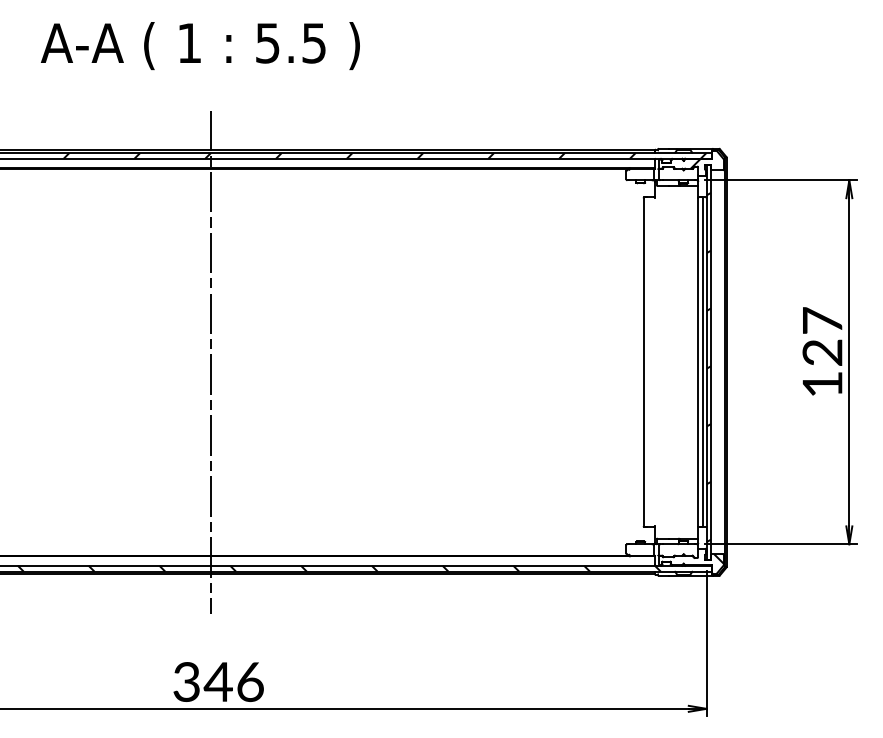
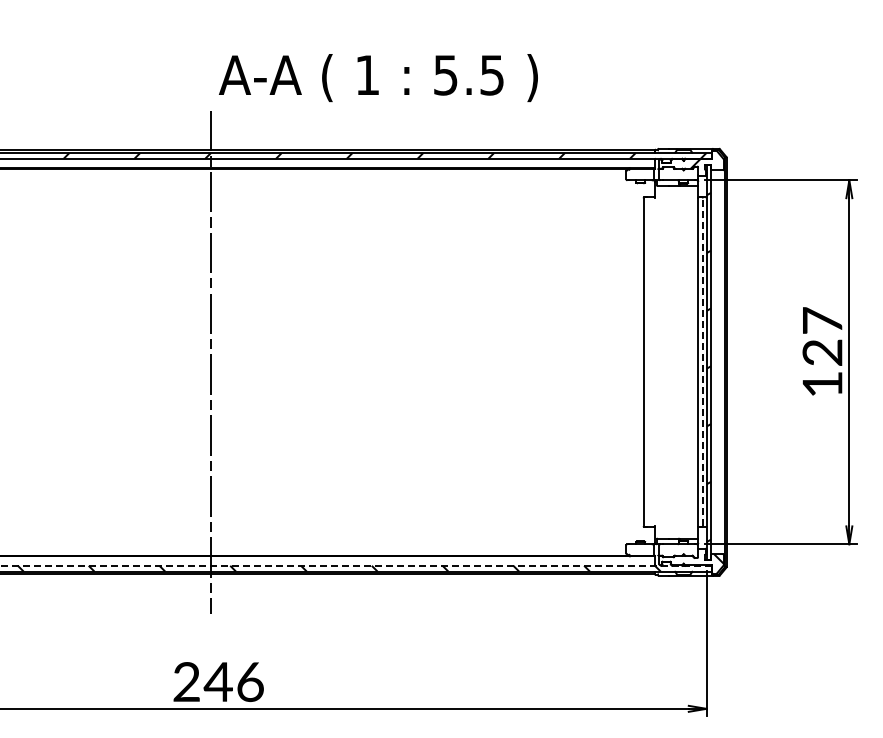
text at (200, 46) position: (200, 46) -> (378, 78)
line at (702, 362): solid -> dashed
line at (355, 565): solid -> dashed
text at (186, 682): 346 -> 246
